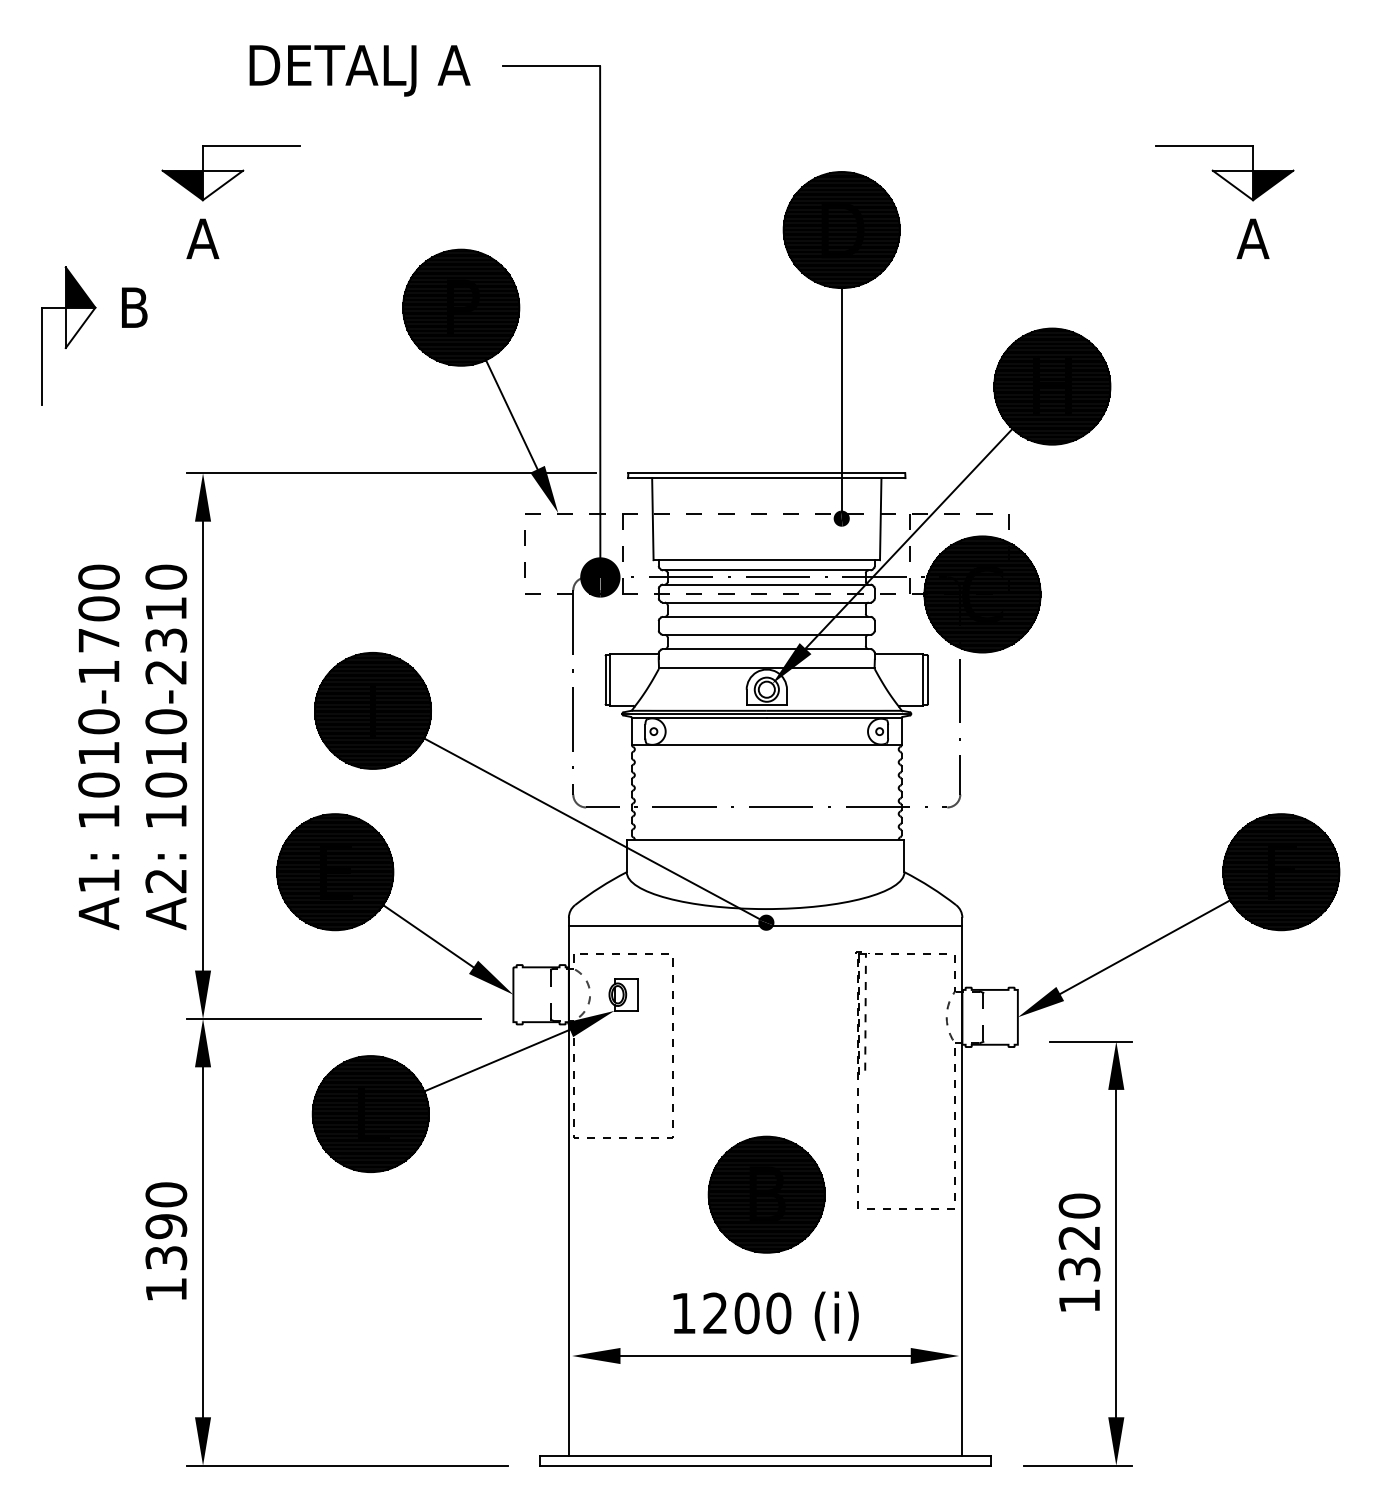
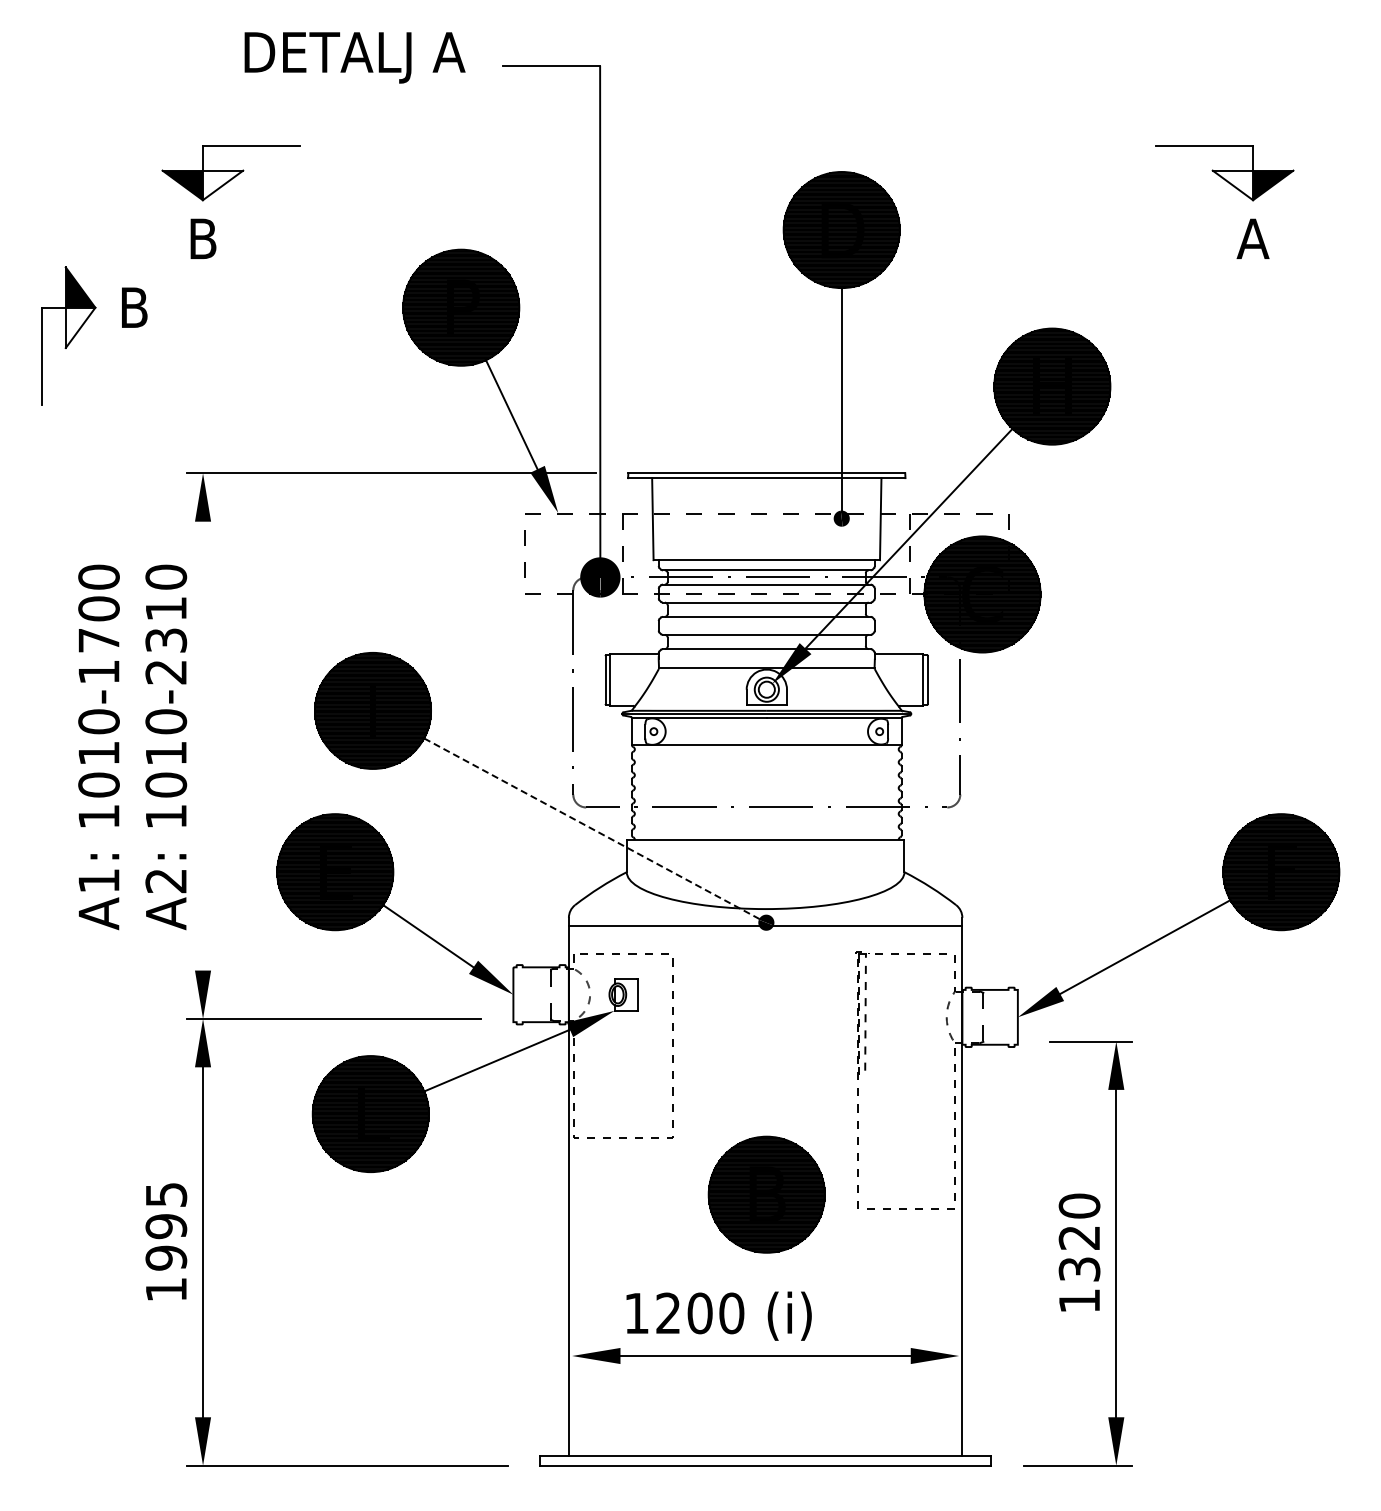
text at (359, 70) position: (359, 70) -> (354, 57)
text at (202, 238): A -> B
line at (203, 745): present -> none
line at (592, 829): solid -> dashed
text at (166, 1226): 1390 -> 1995
text at (765, 1315) position: (765, 1315) -> (718, 1315)
